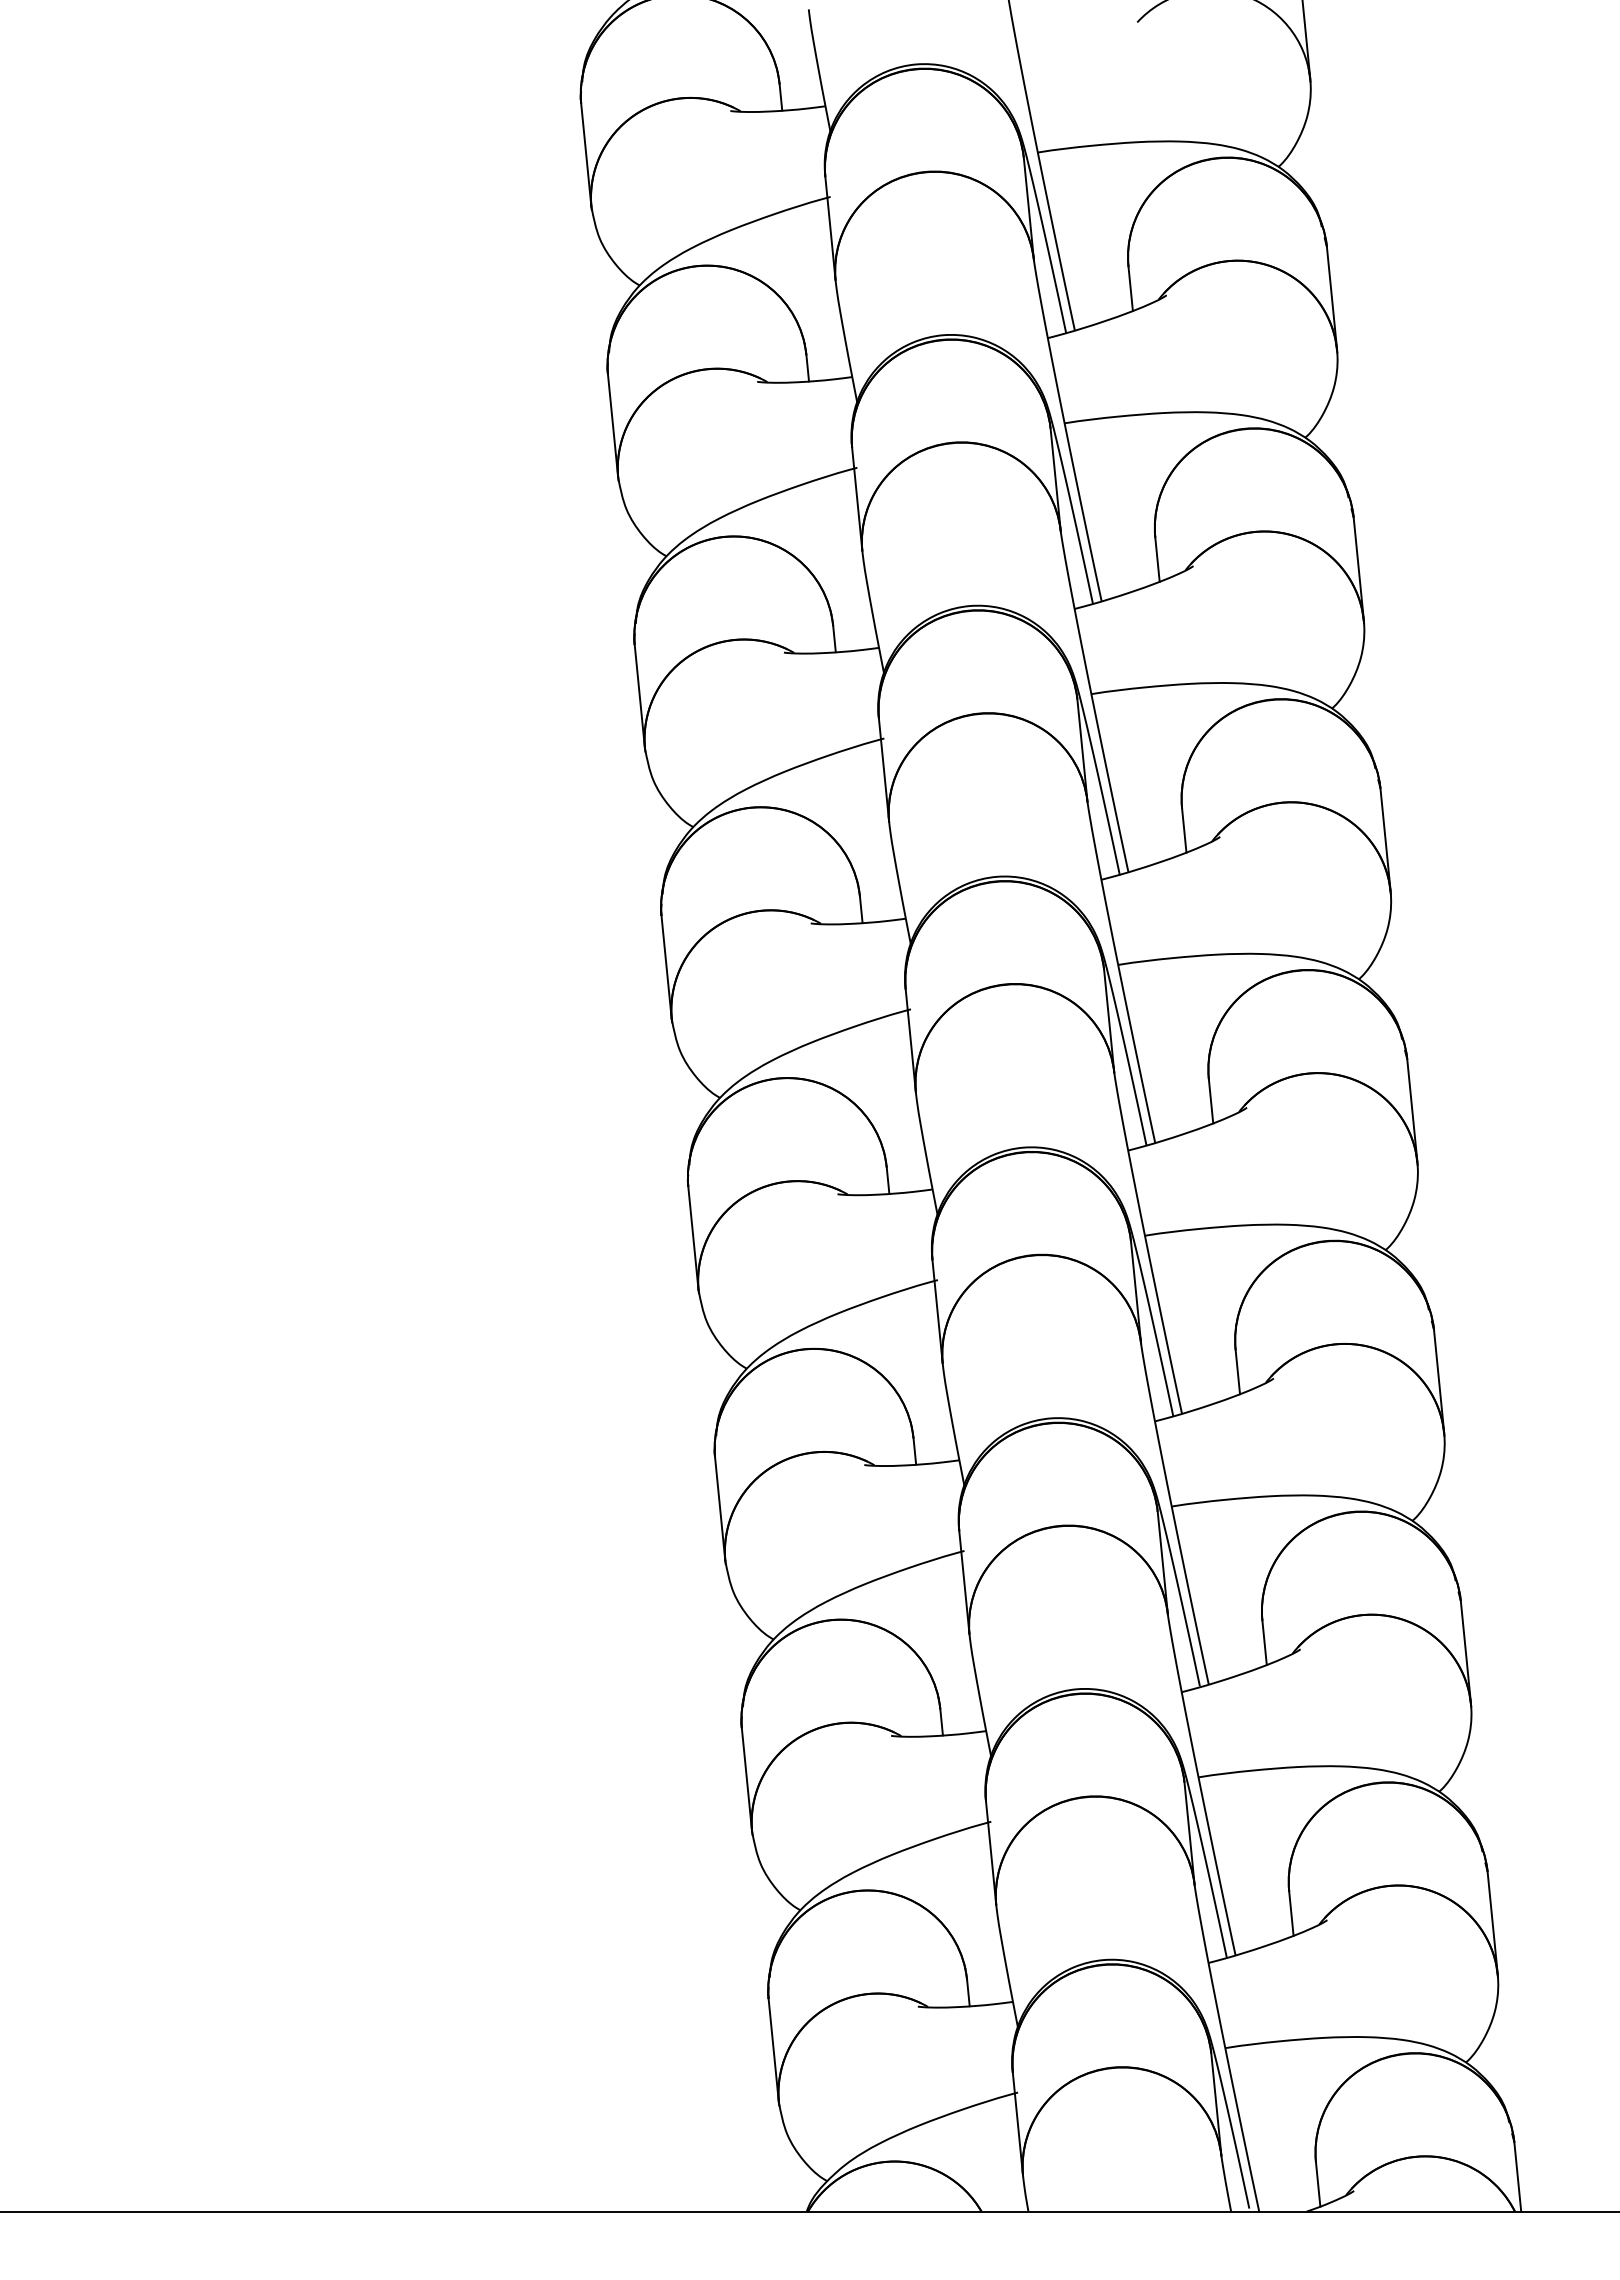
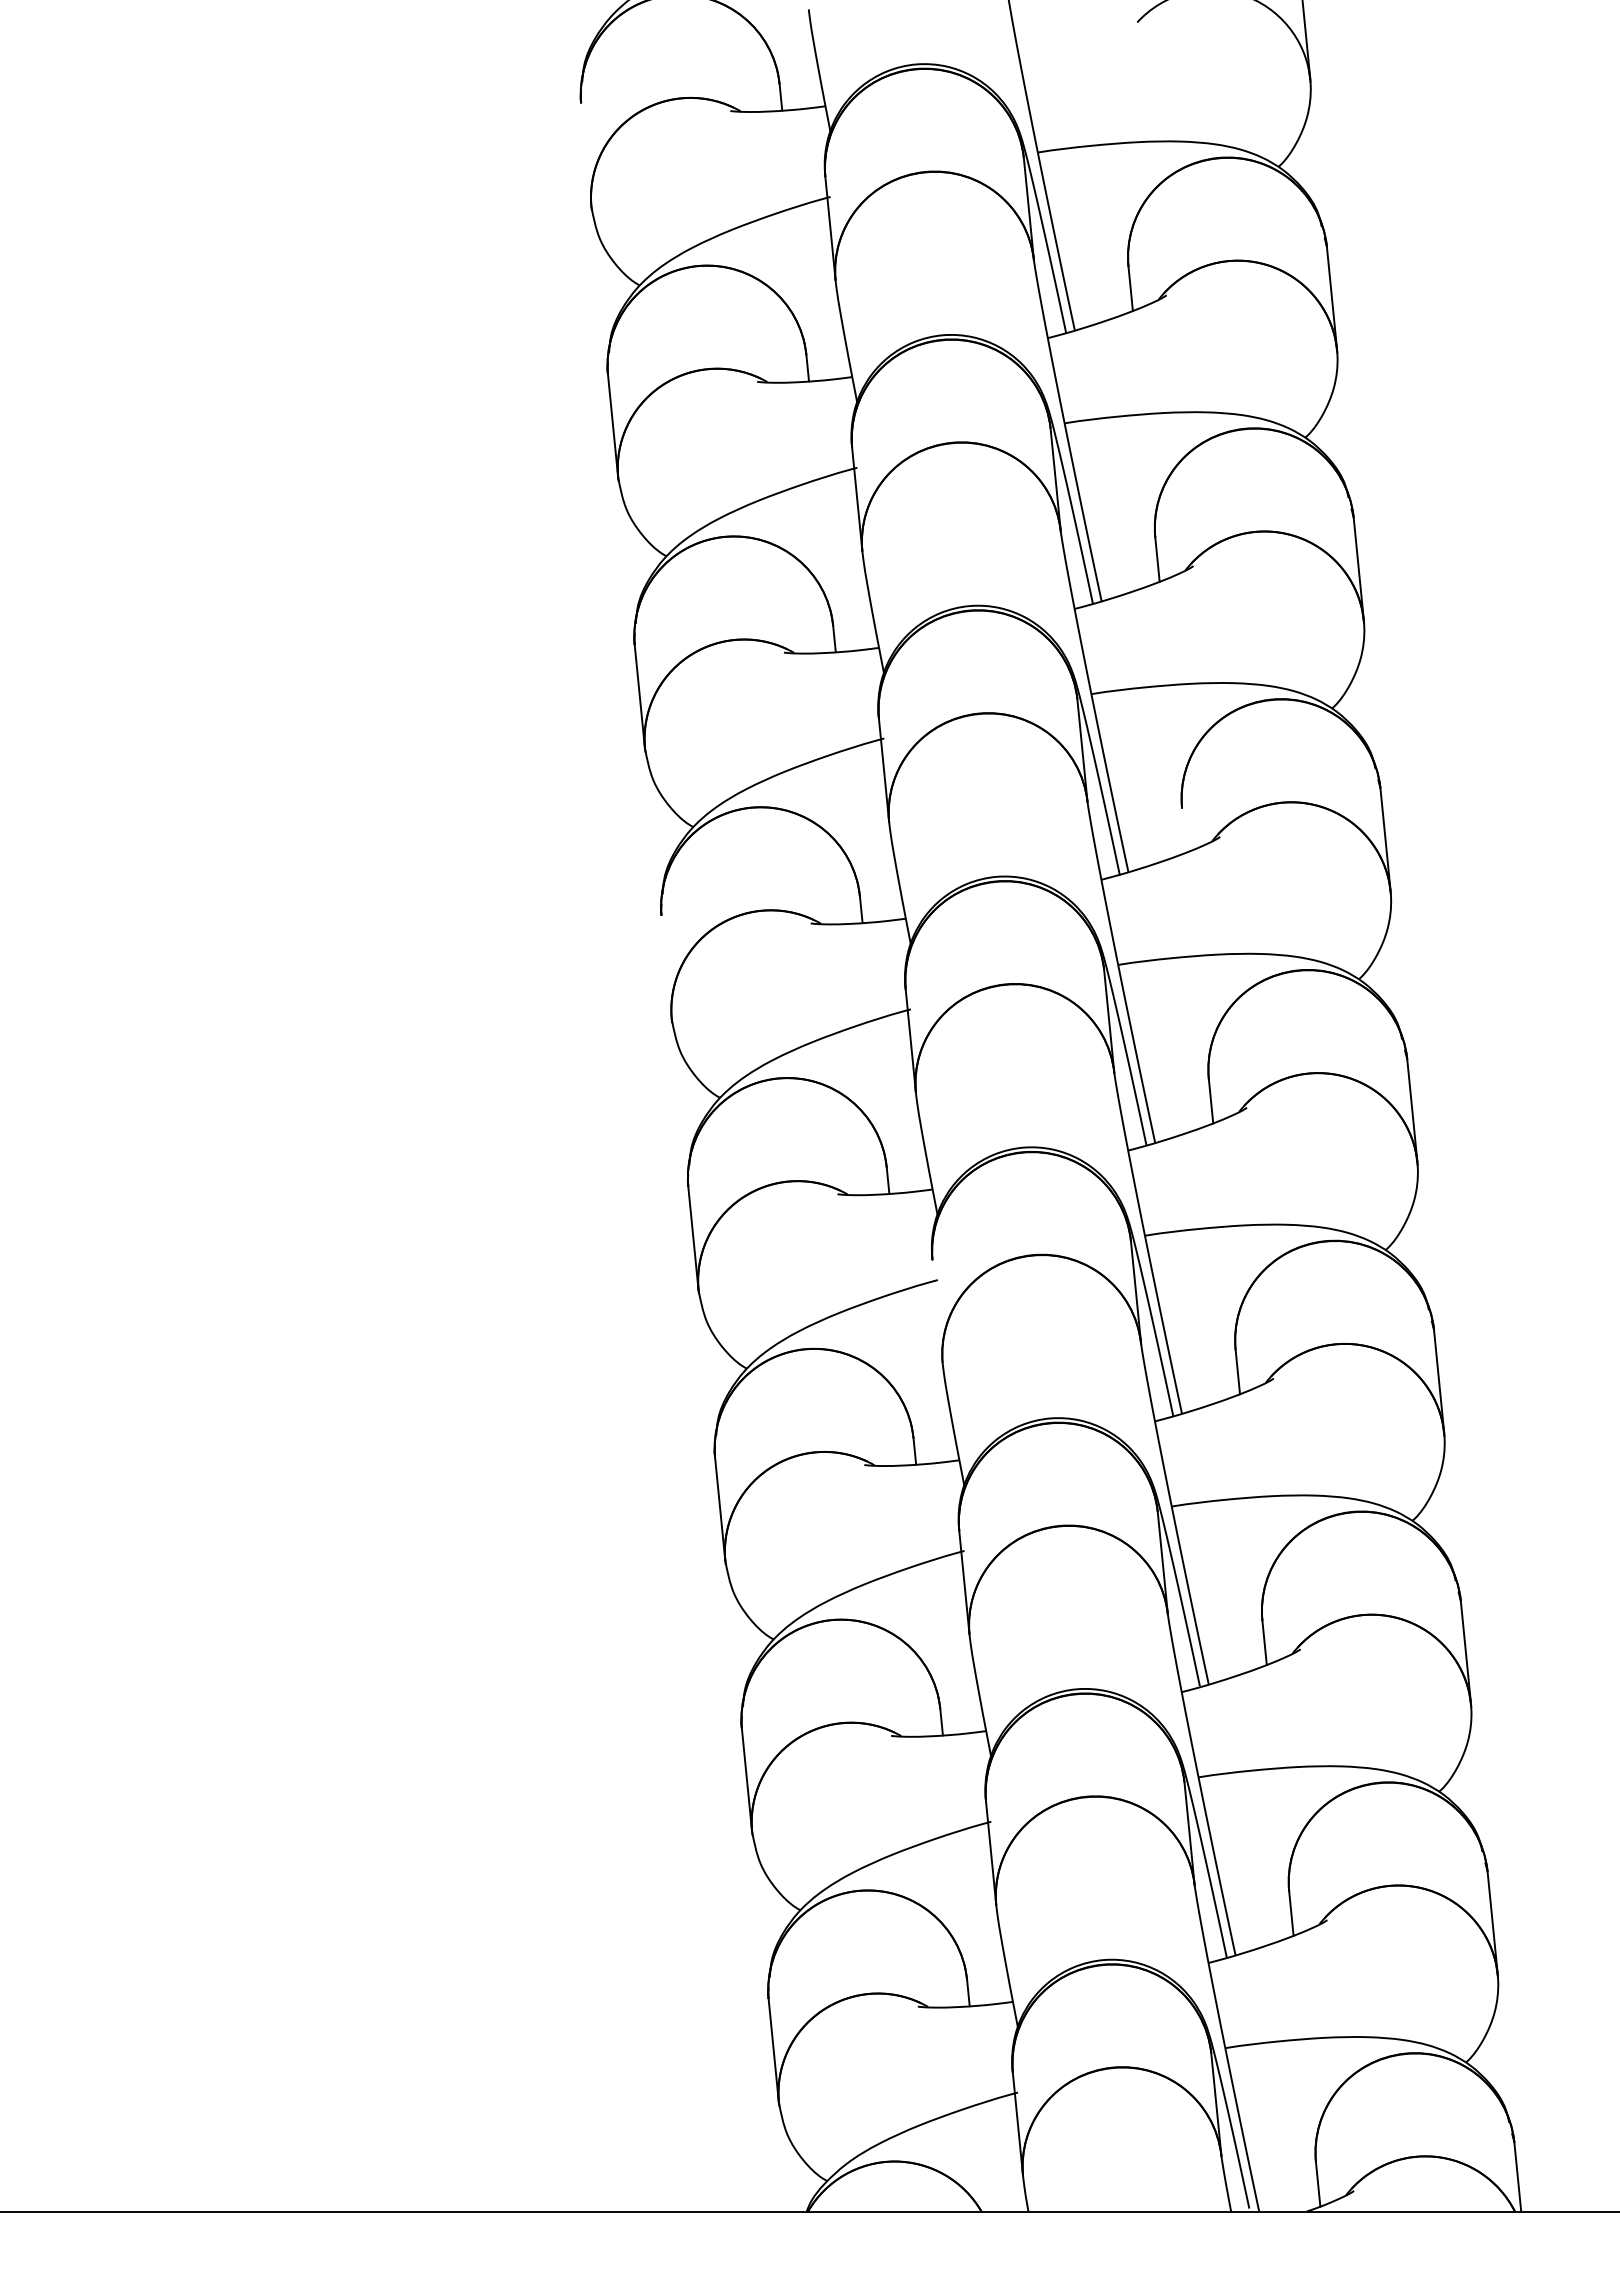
line at (586, 154): present -> none
line at (1184, 829): present -> none
line at (666, 966): present -> none
line at (937, 1311): present -> none
